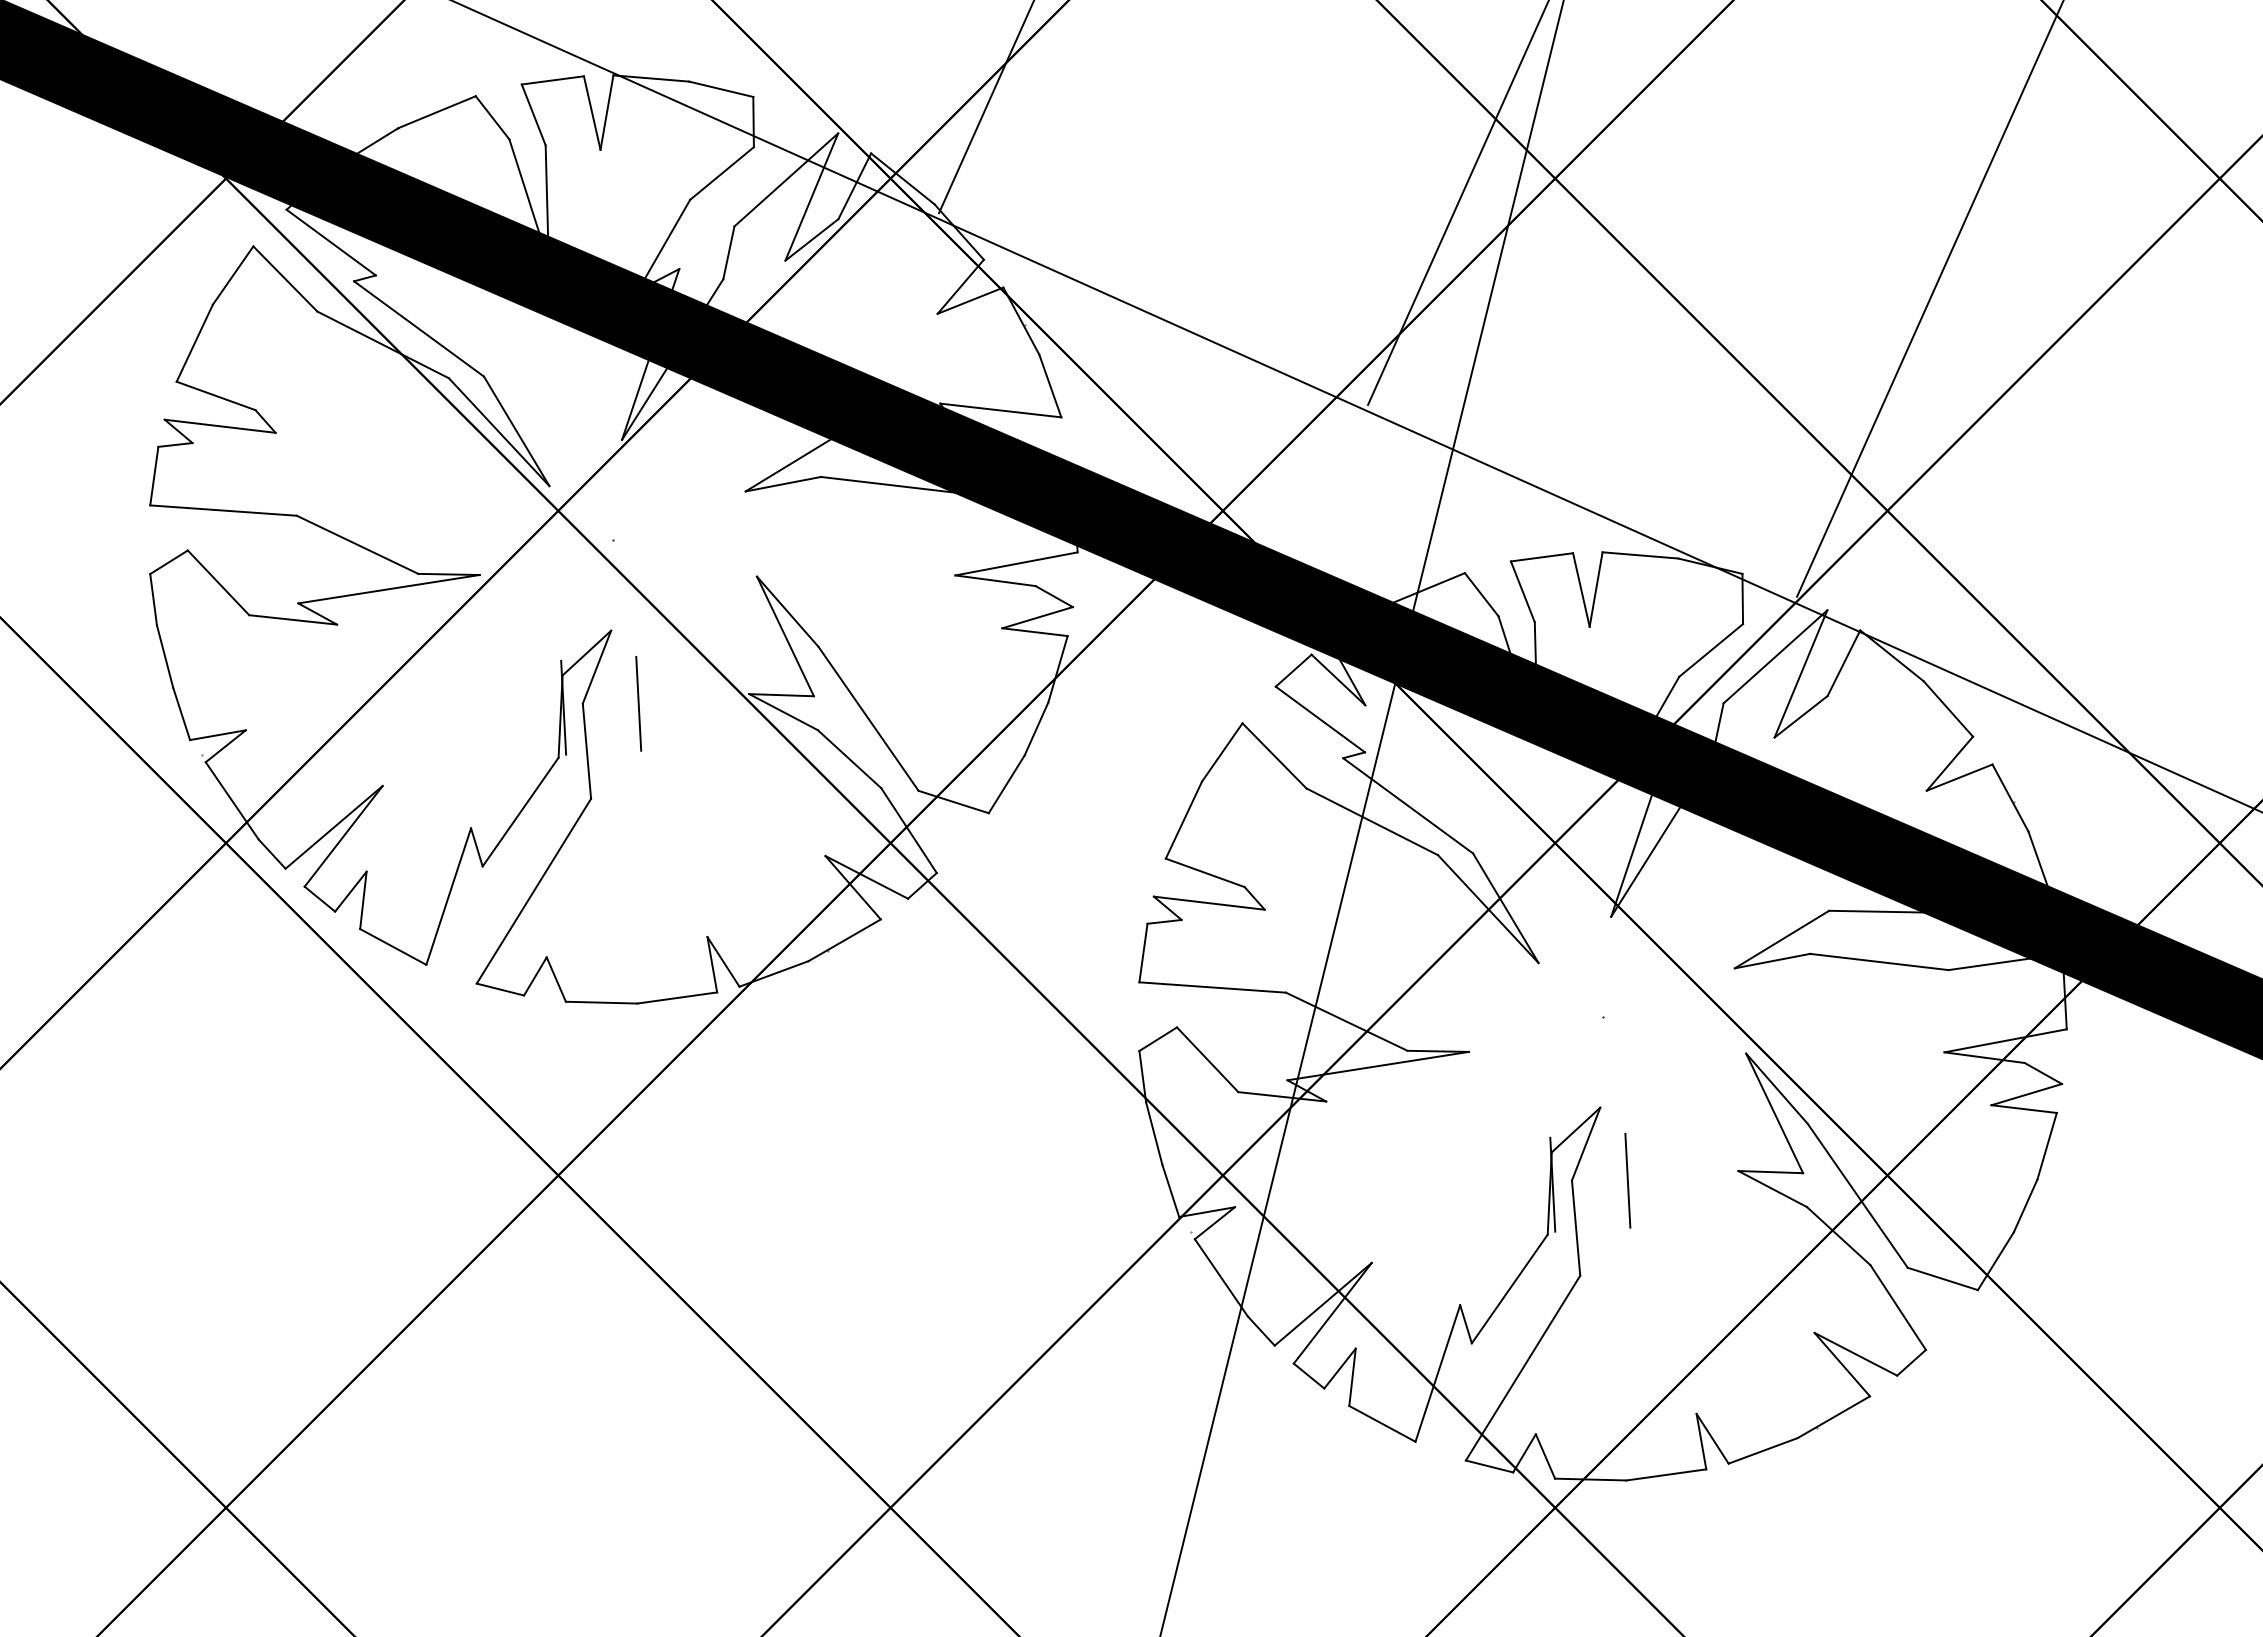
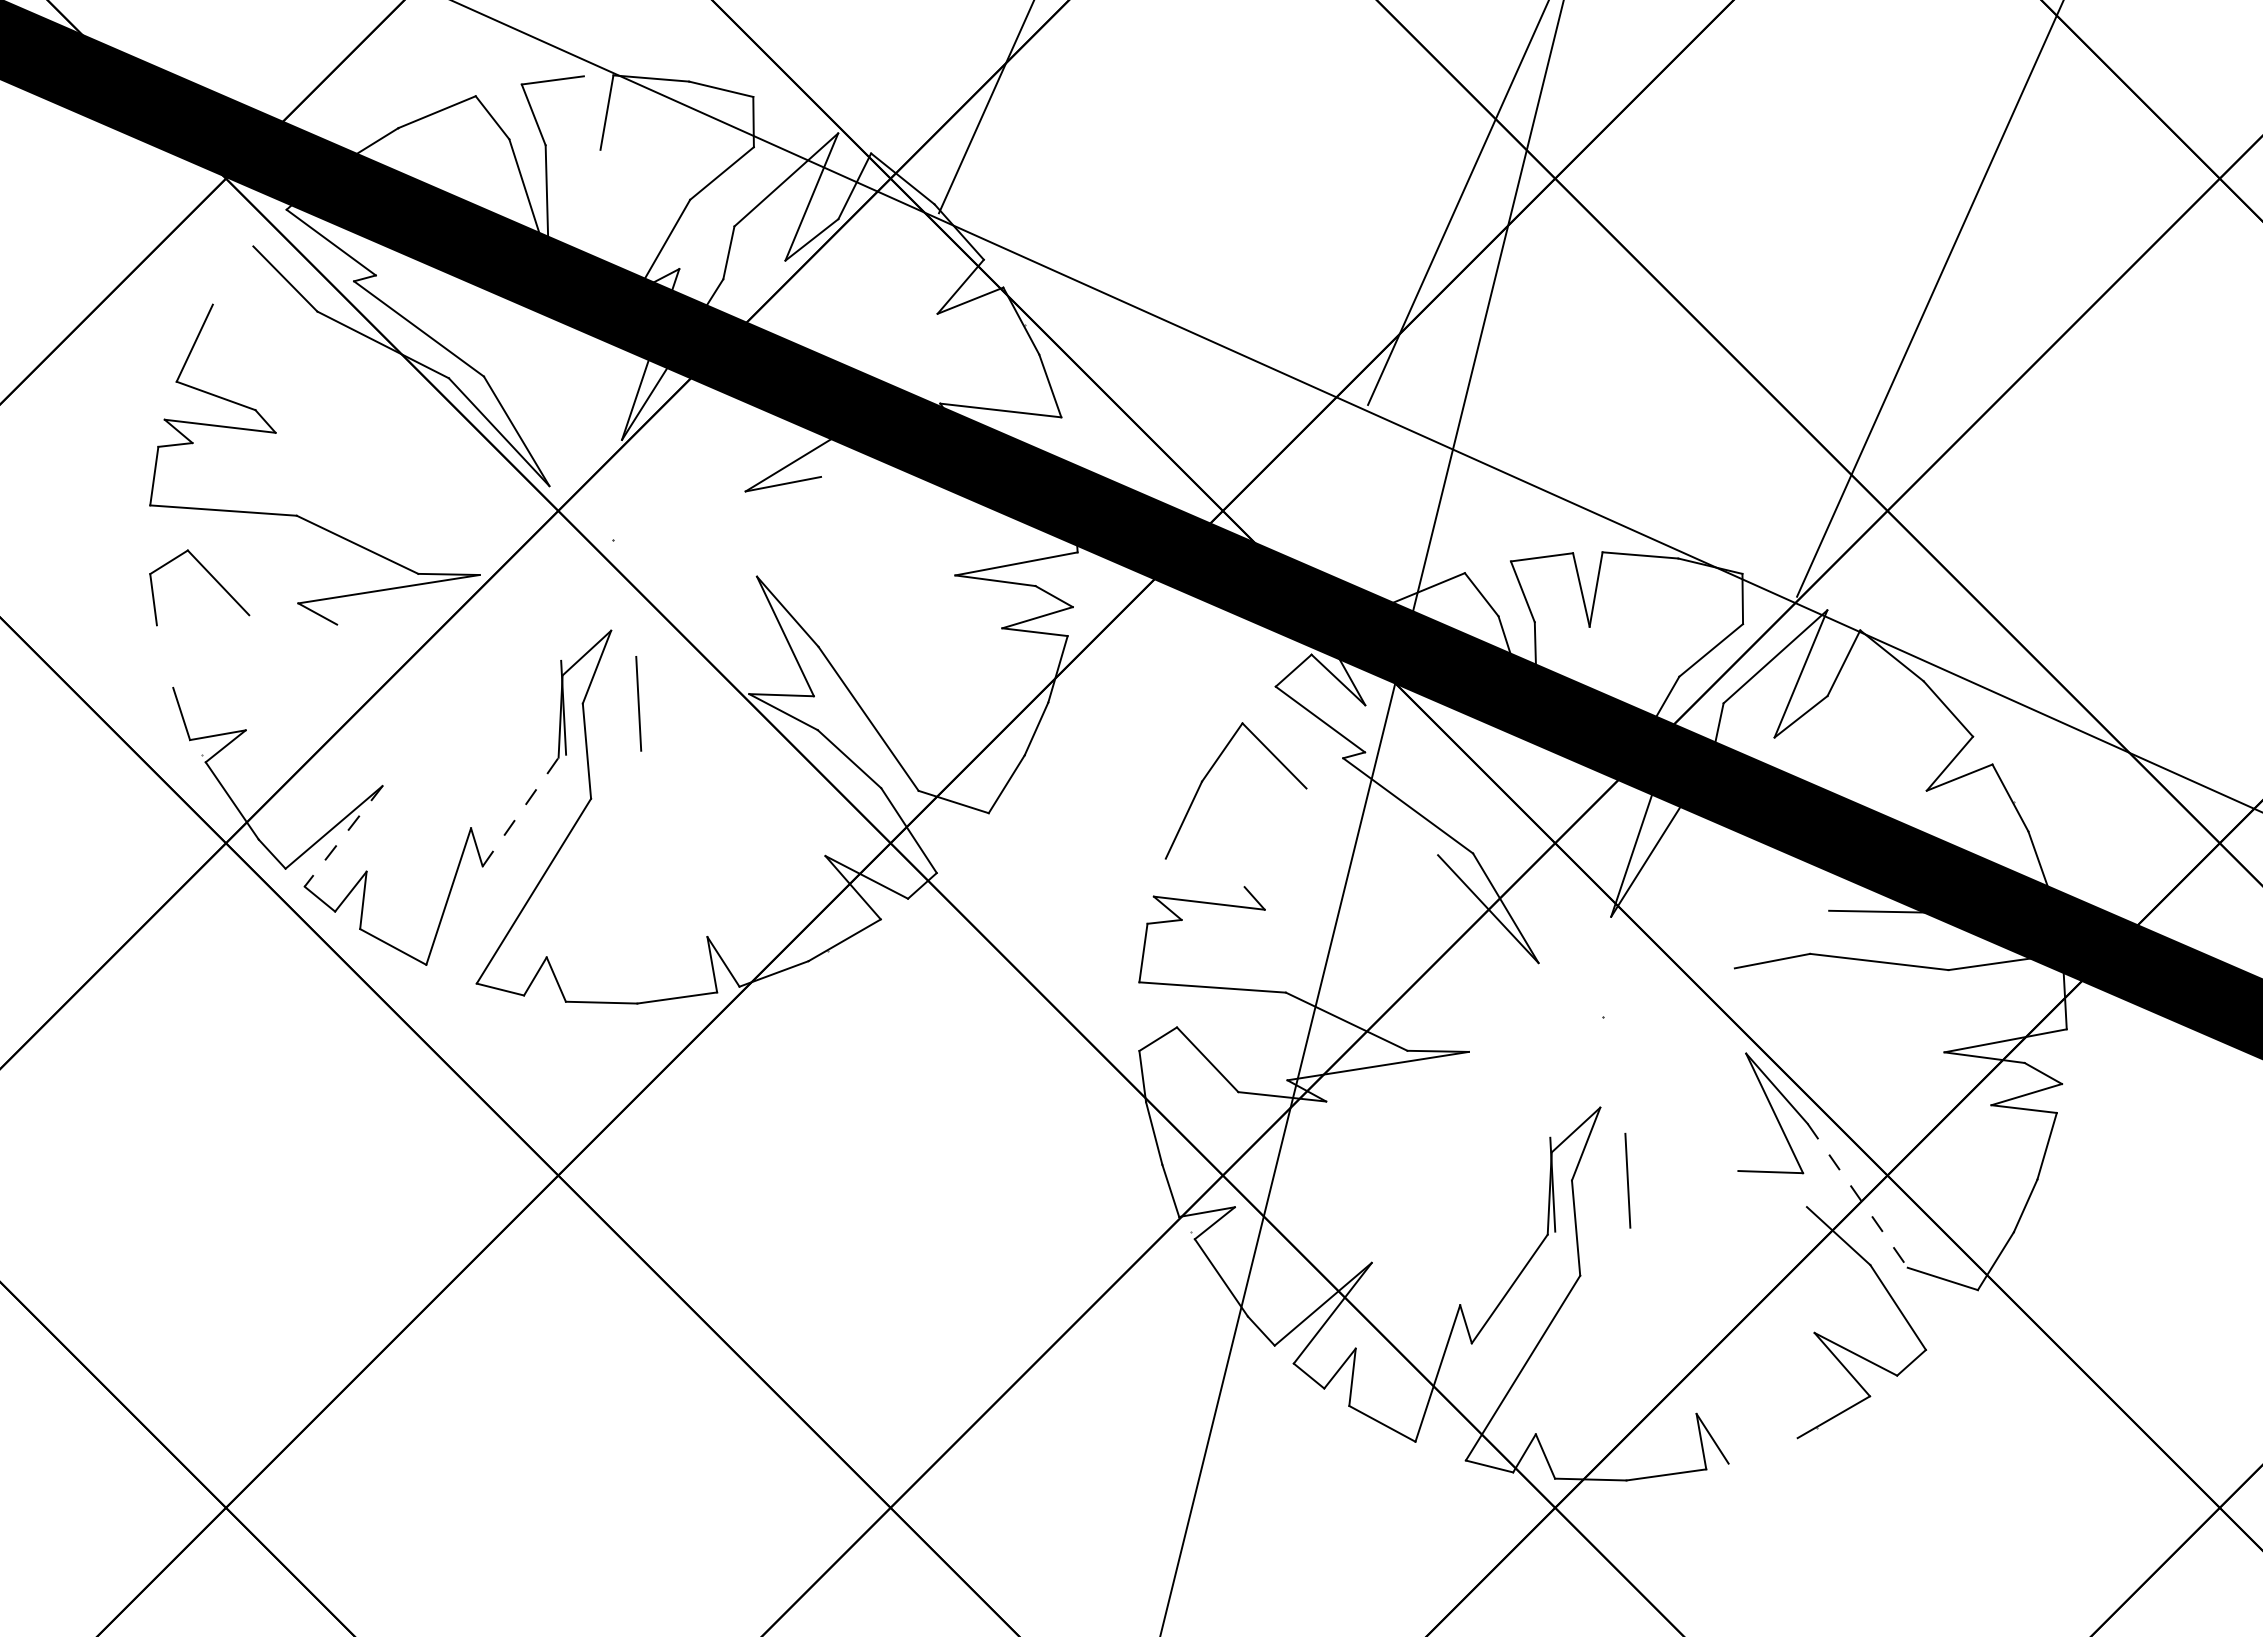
line at (591, 112): present -> none
line at (232, 275): present -> none
line at (890, 484): present -> none
line at (293, 619): present -> none
line at (164, 656): present -> none
line at (520, 811): solid -> dashed
line at (1372, 821): present -> none
line at (343, 836): solid -> dashed
line at (1204, 872): present -> none
line at (1781, 939): present -> none
line at (1772, 1189): present -> none
line at (1857, 1195): solid -> dashed
line at (1762, 1450): present -> none
